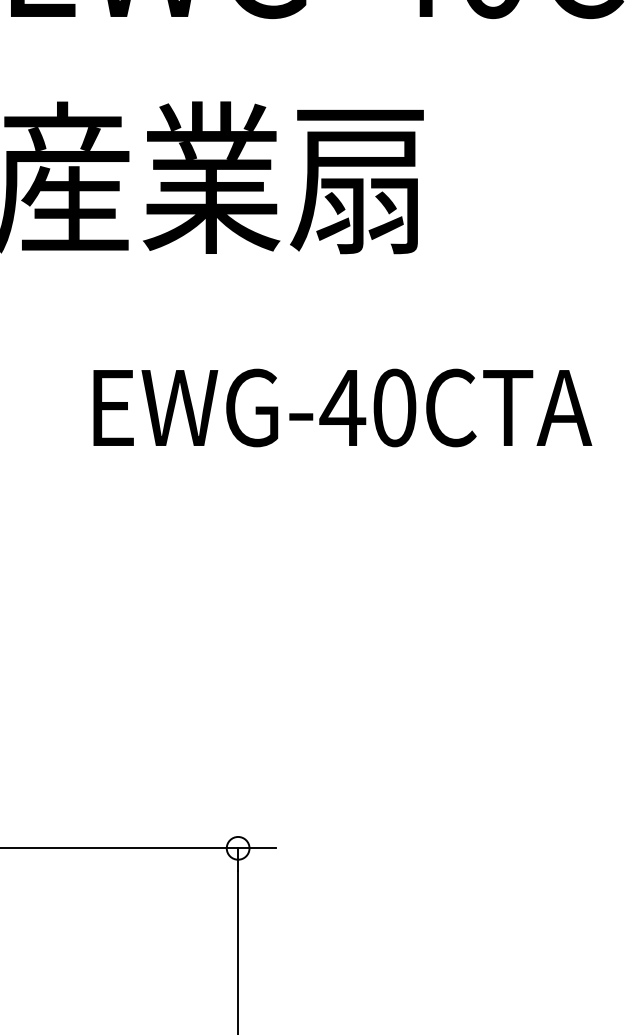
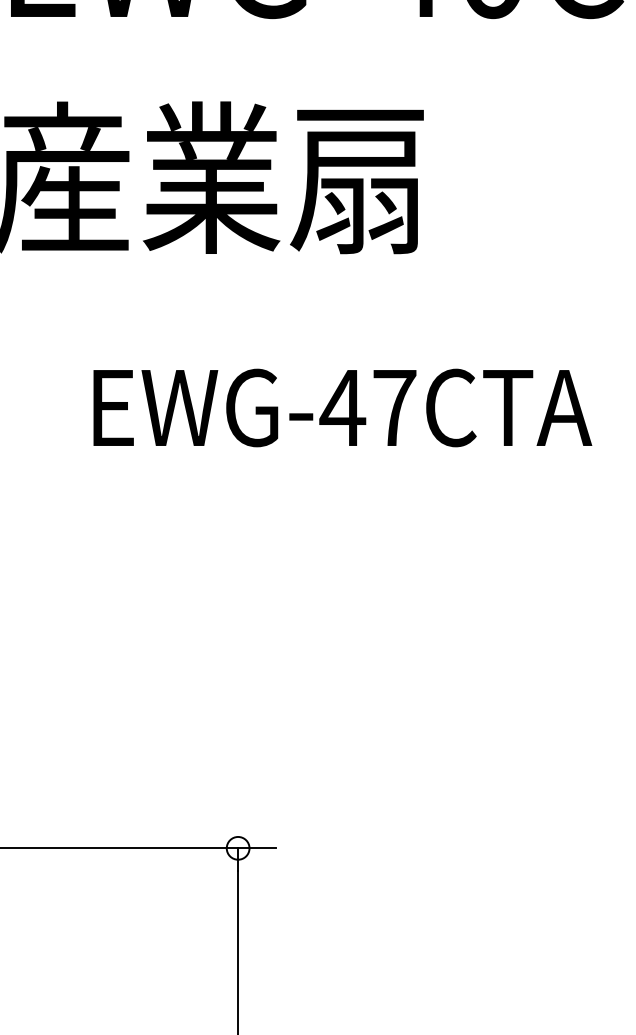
text at (394, 407): EWG-40CTA -> EWG-47CTA
